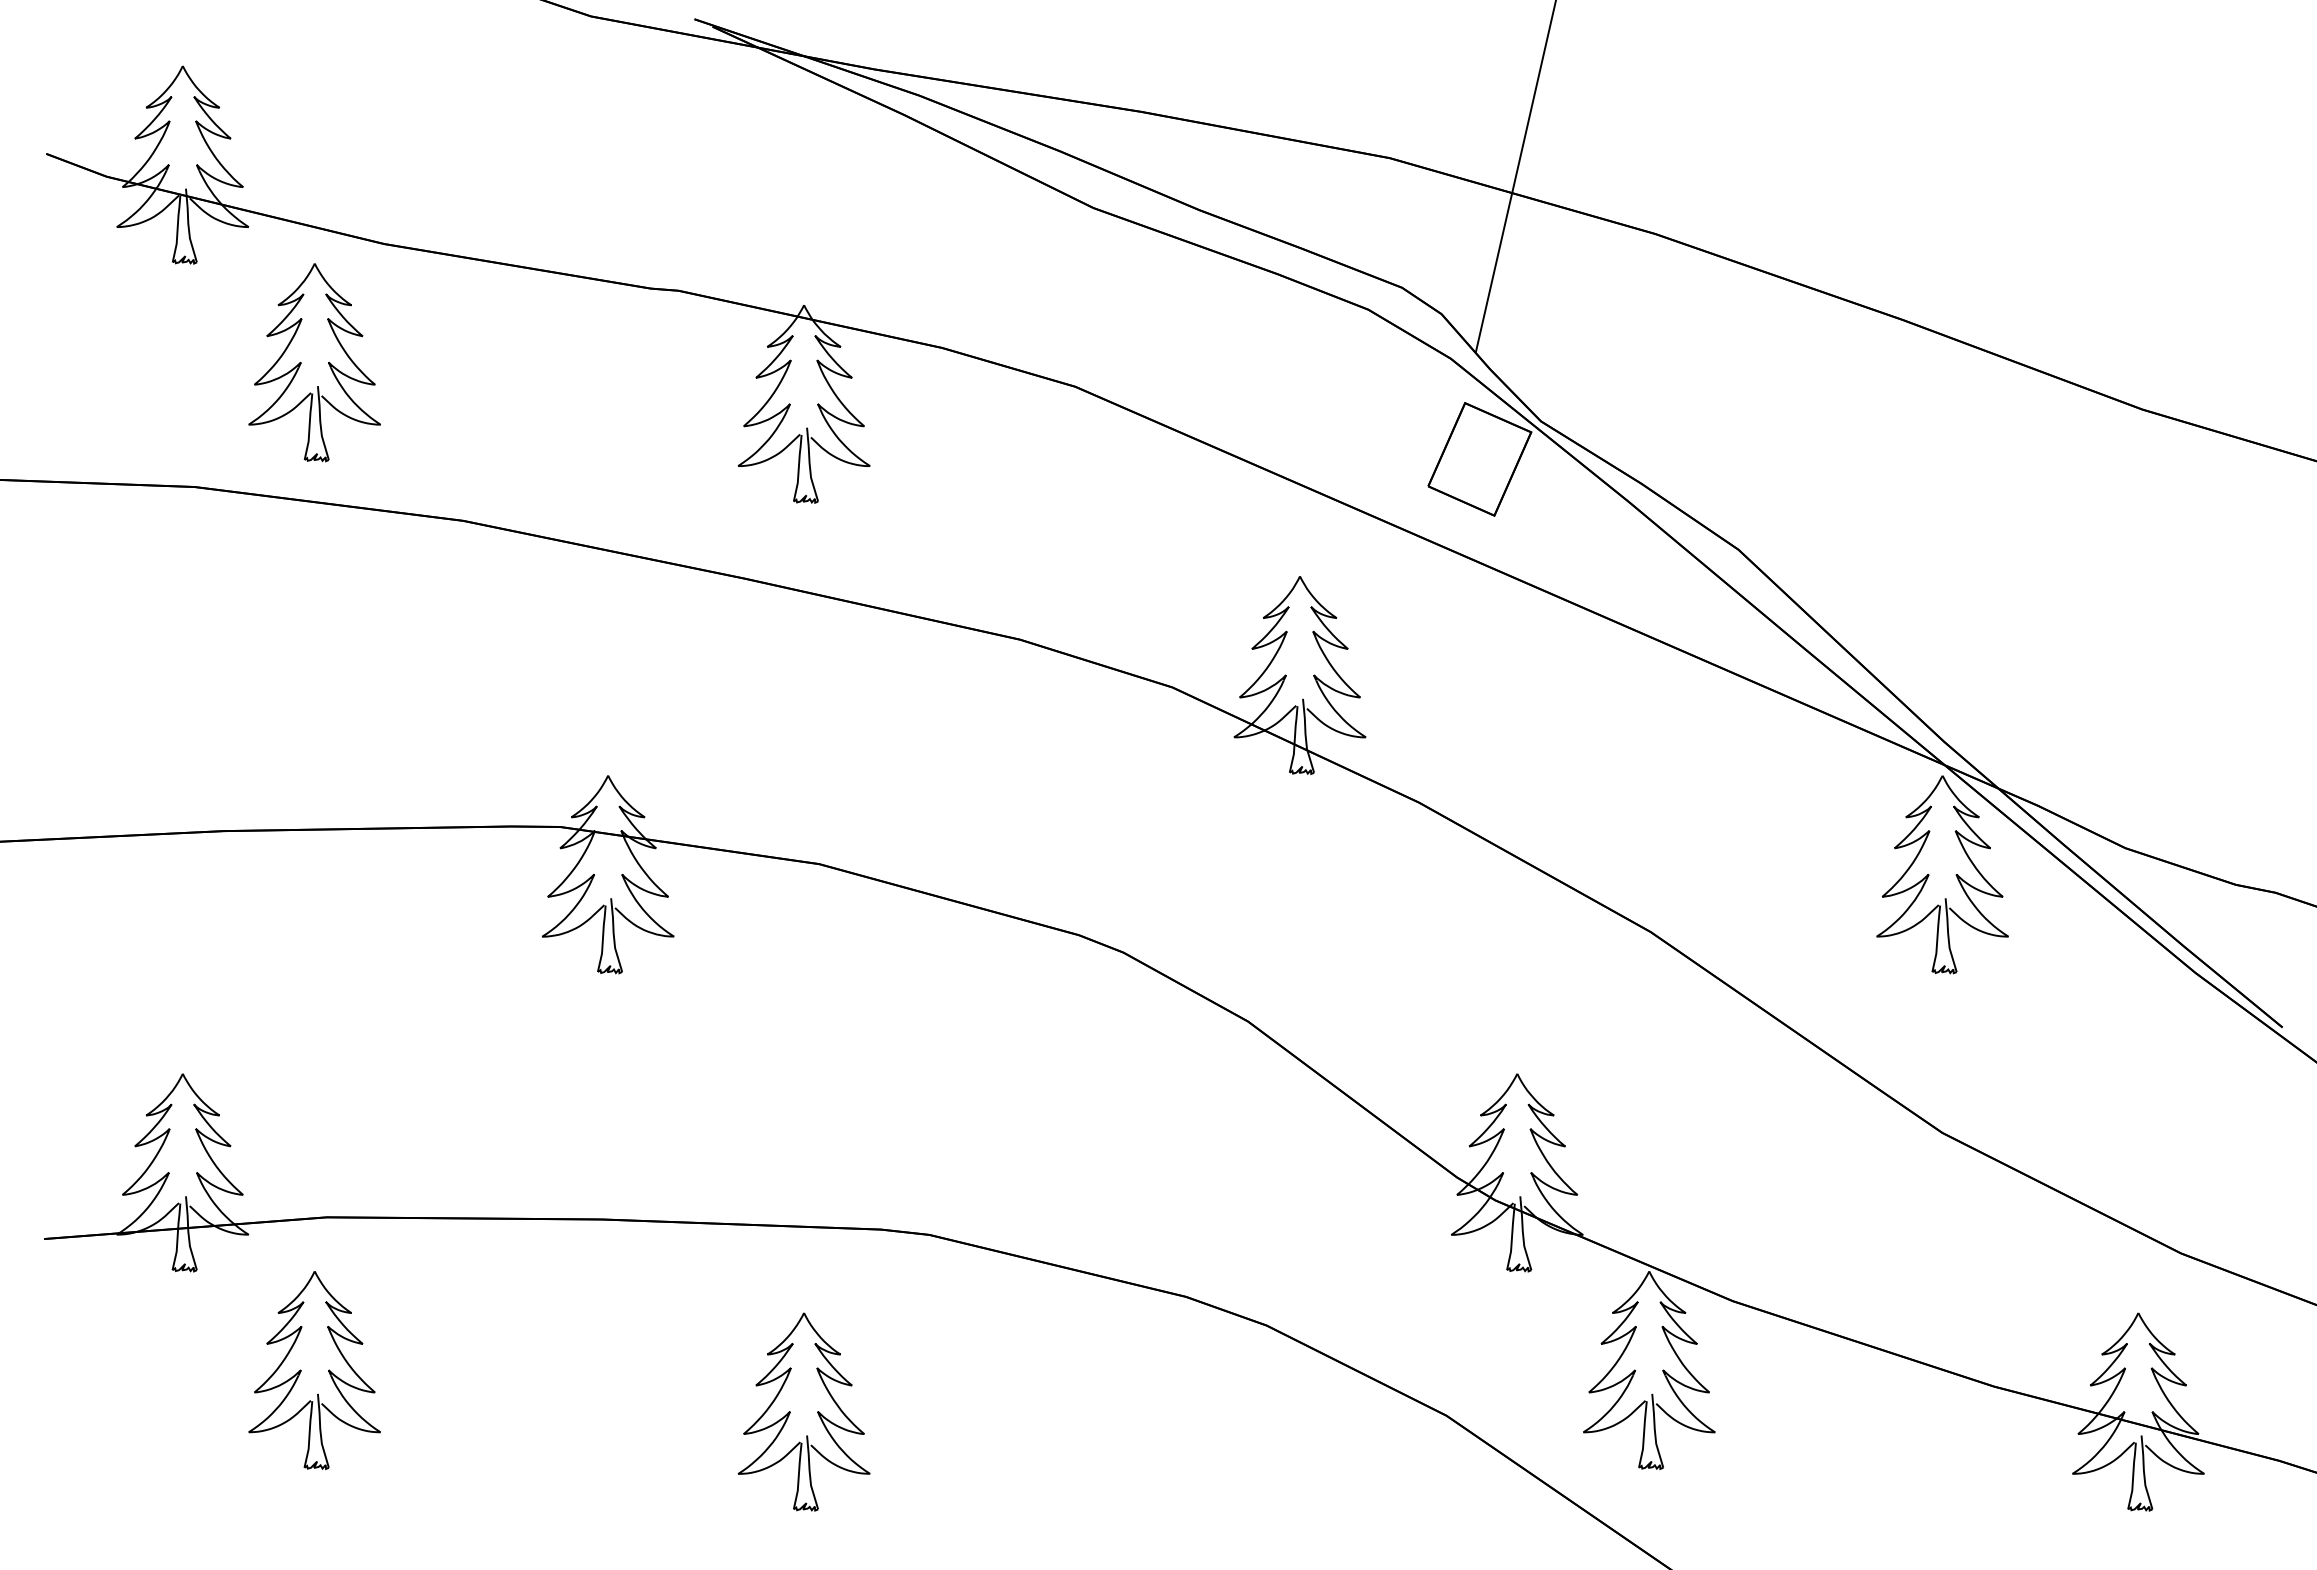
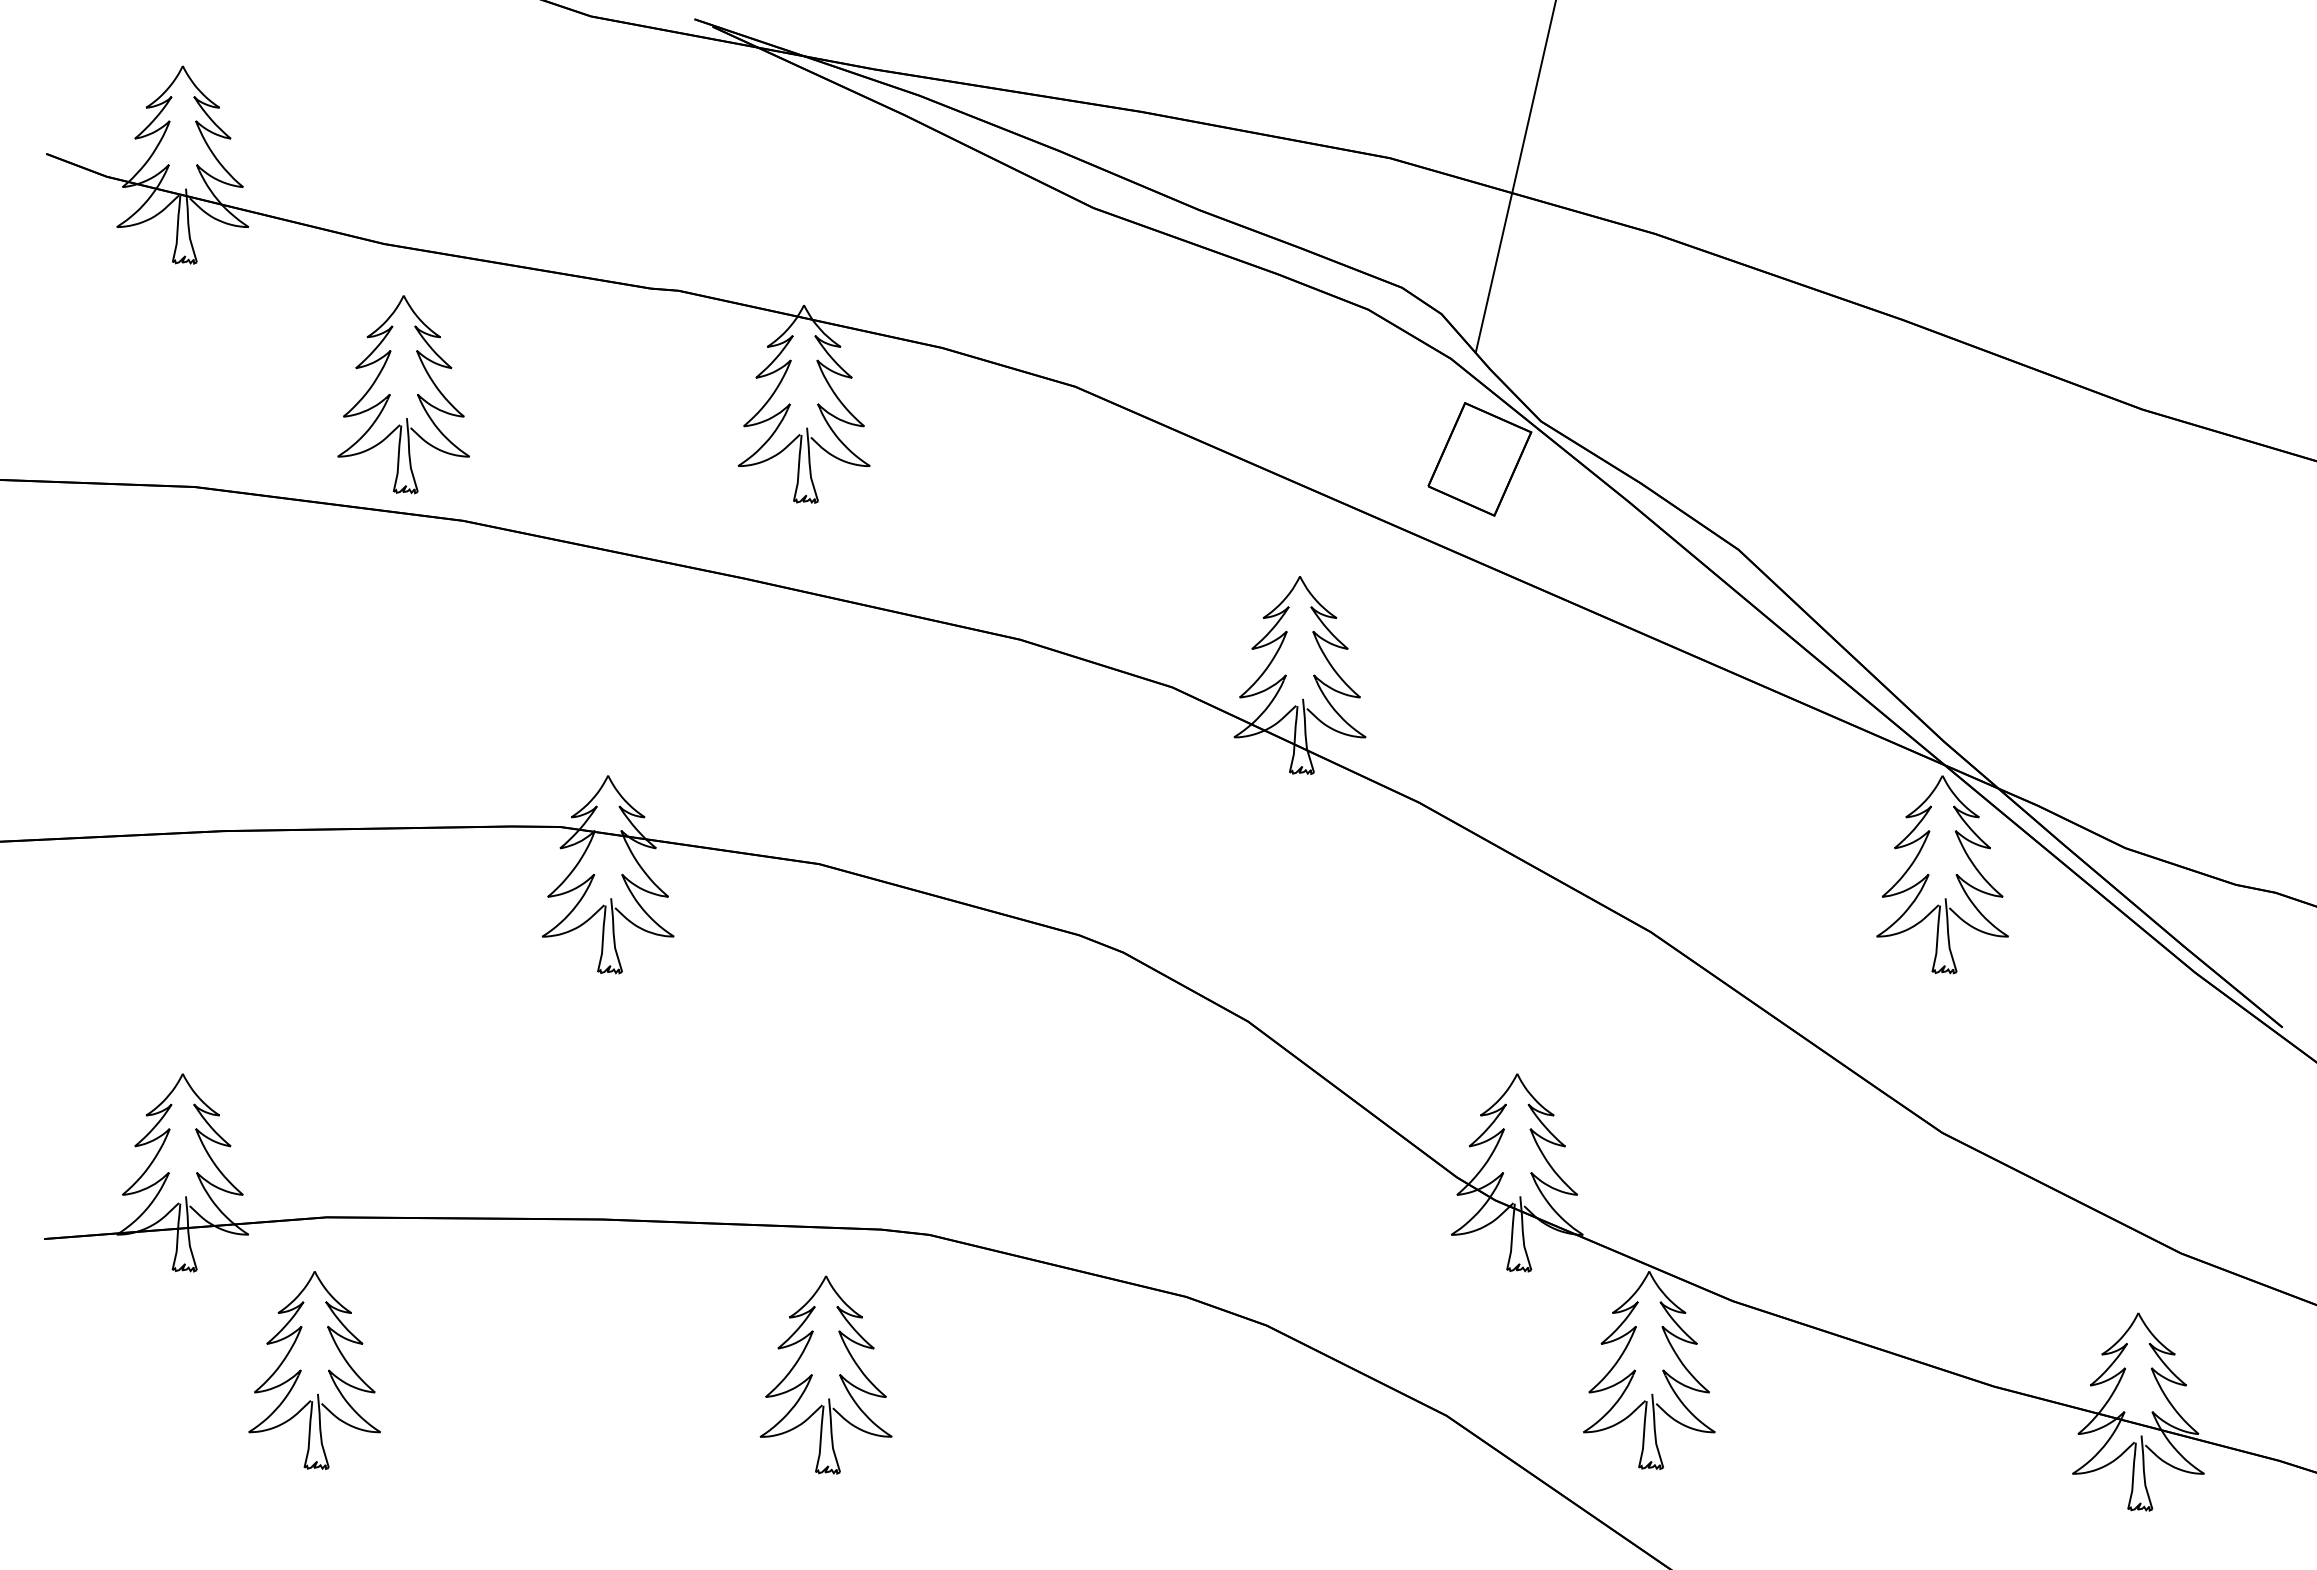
part at (301, 362) position: (301, 362) -> (390, 394)
part at (790, 1411) position: (790, 1411) -> (812, 1374)
